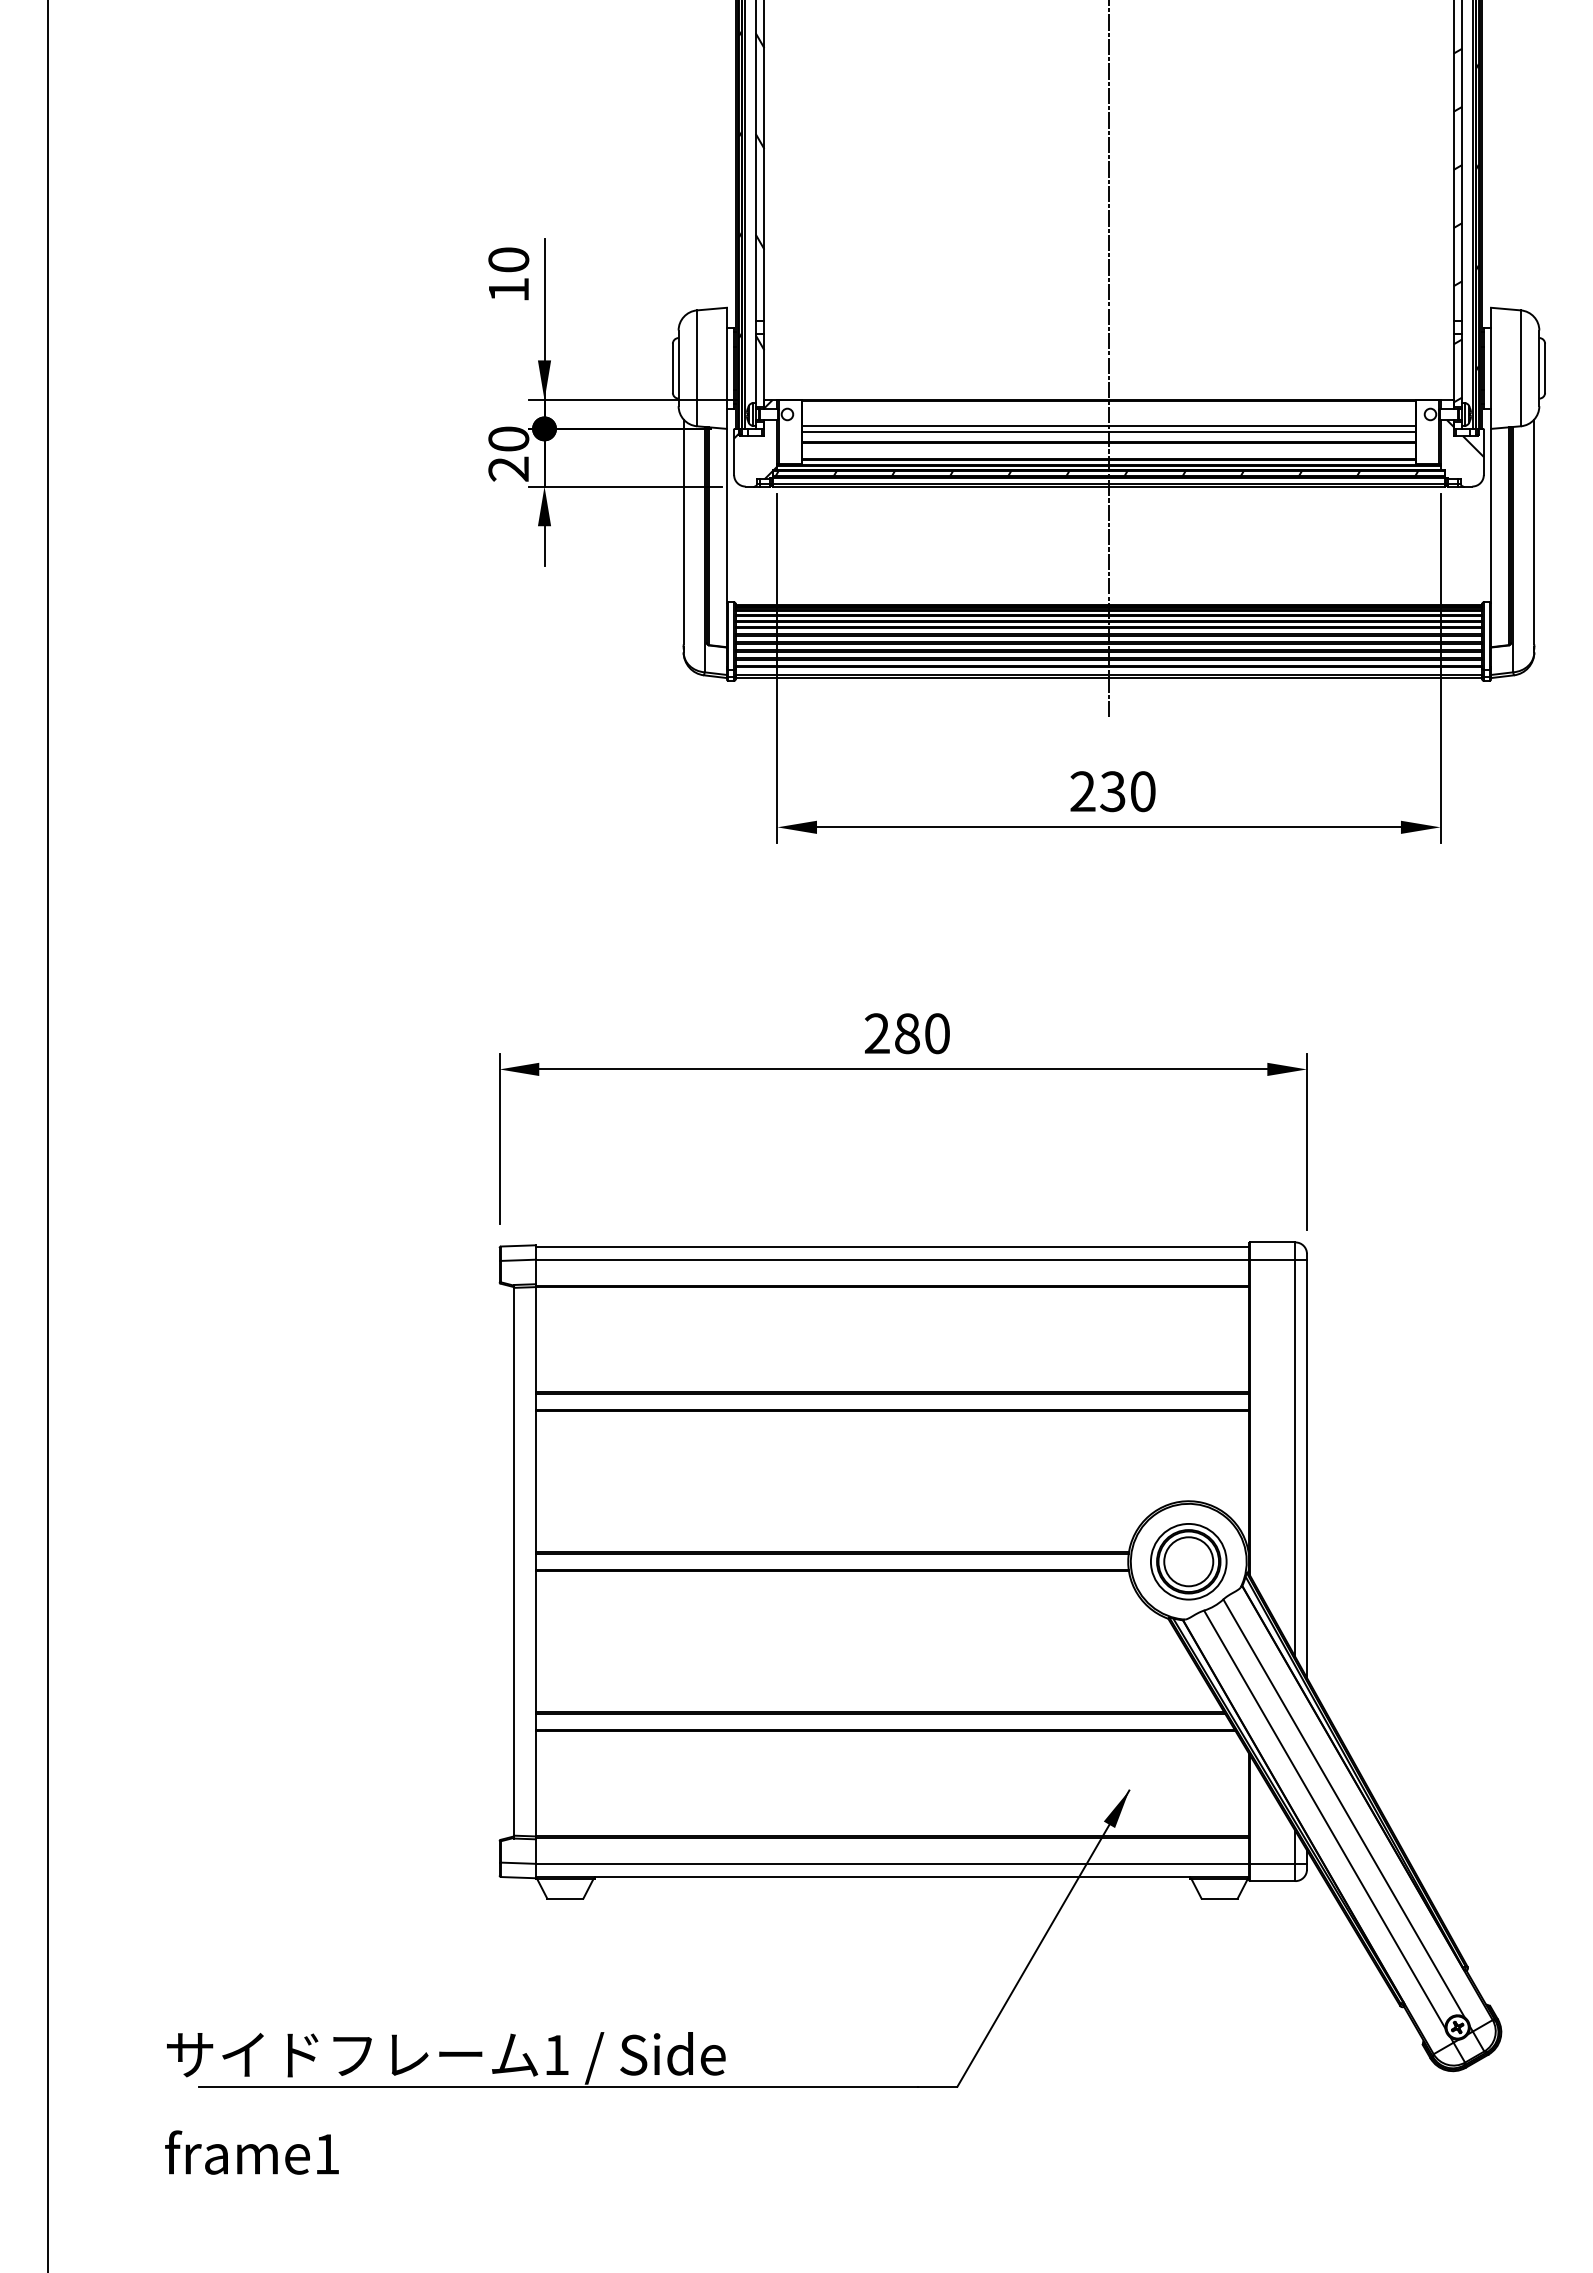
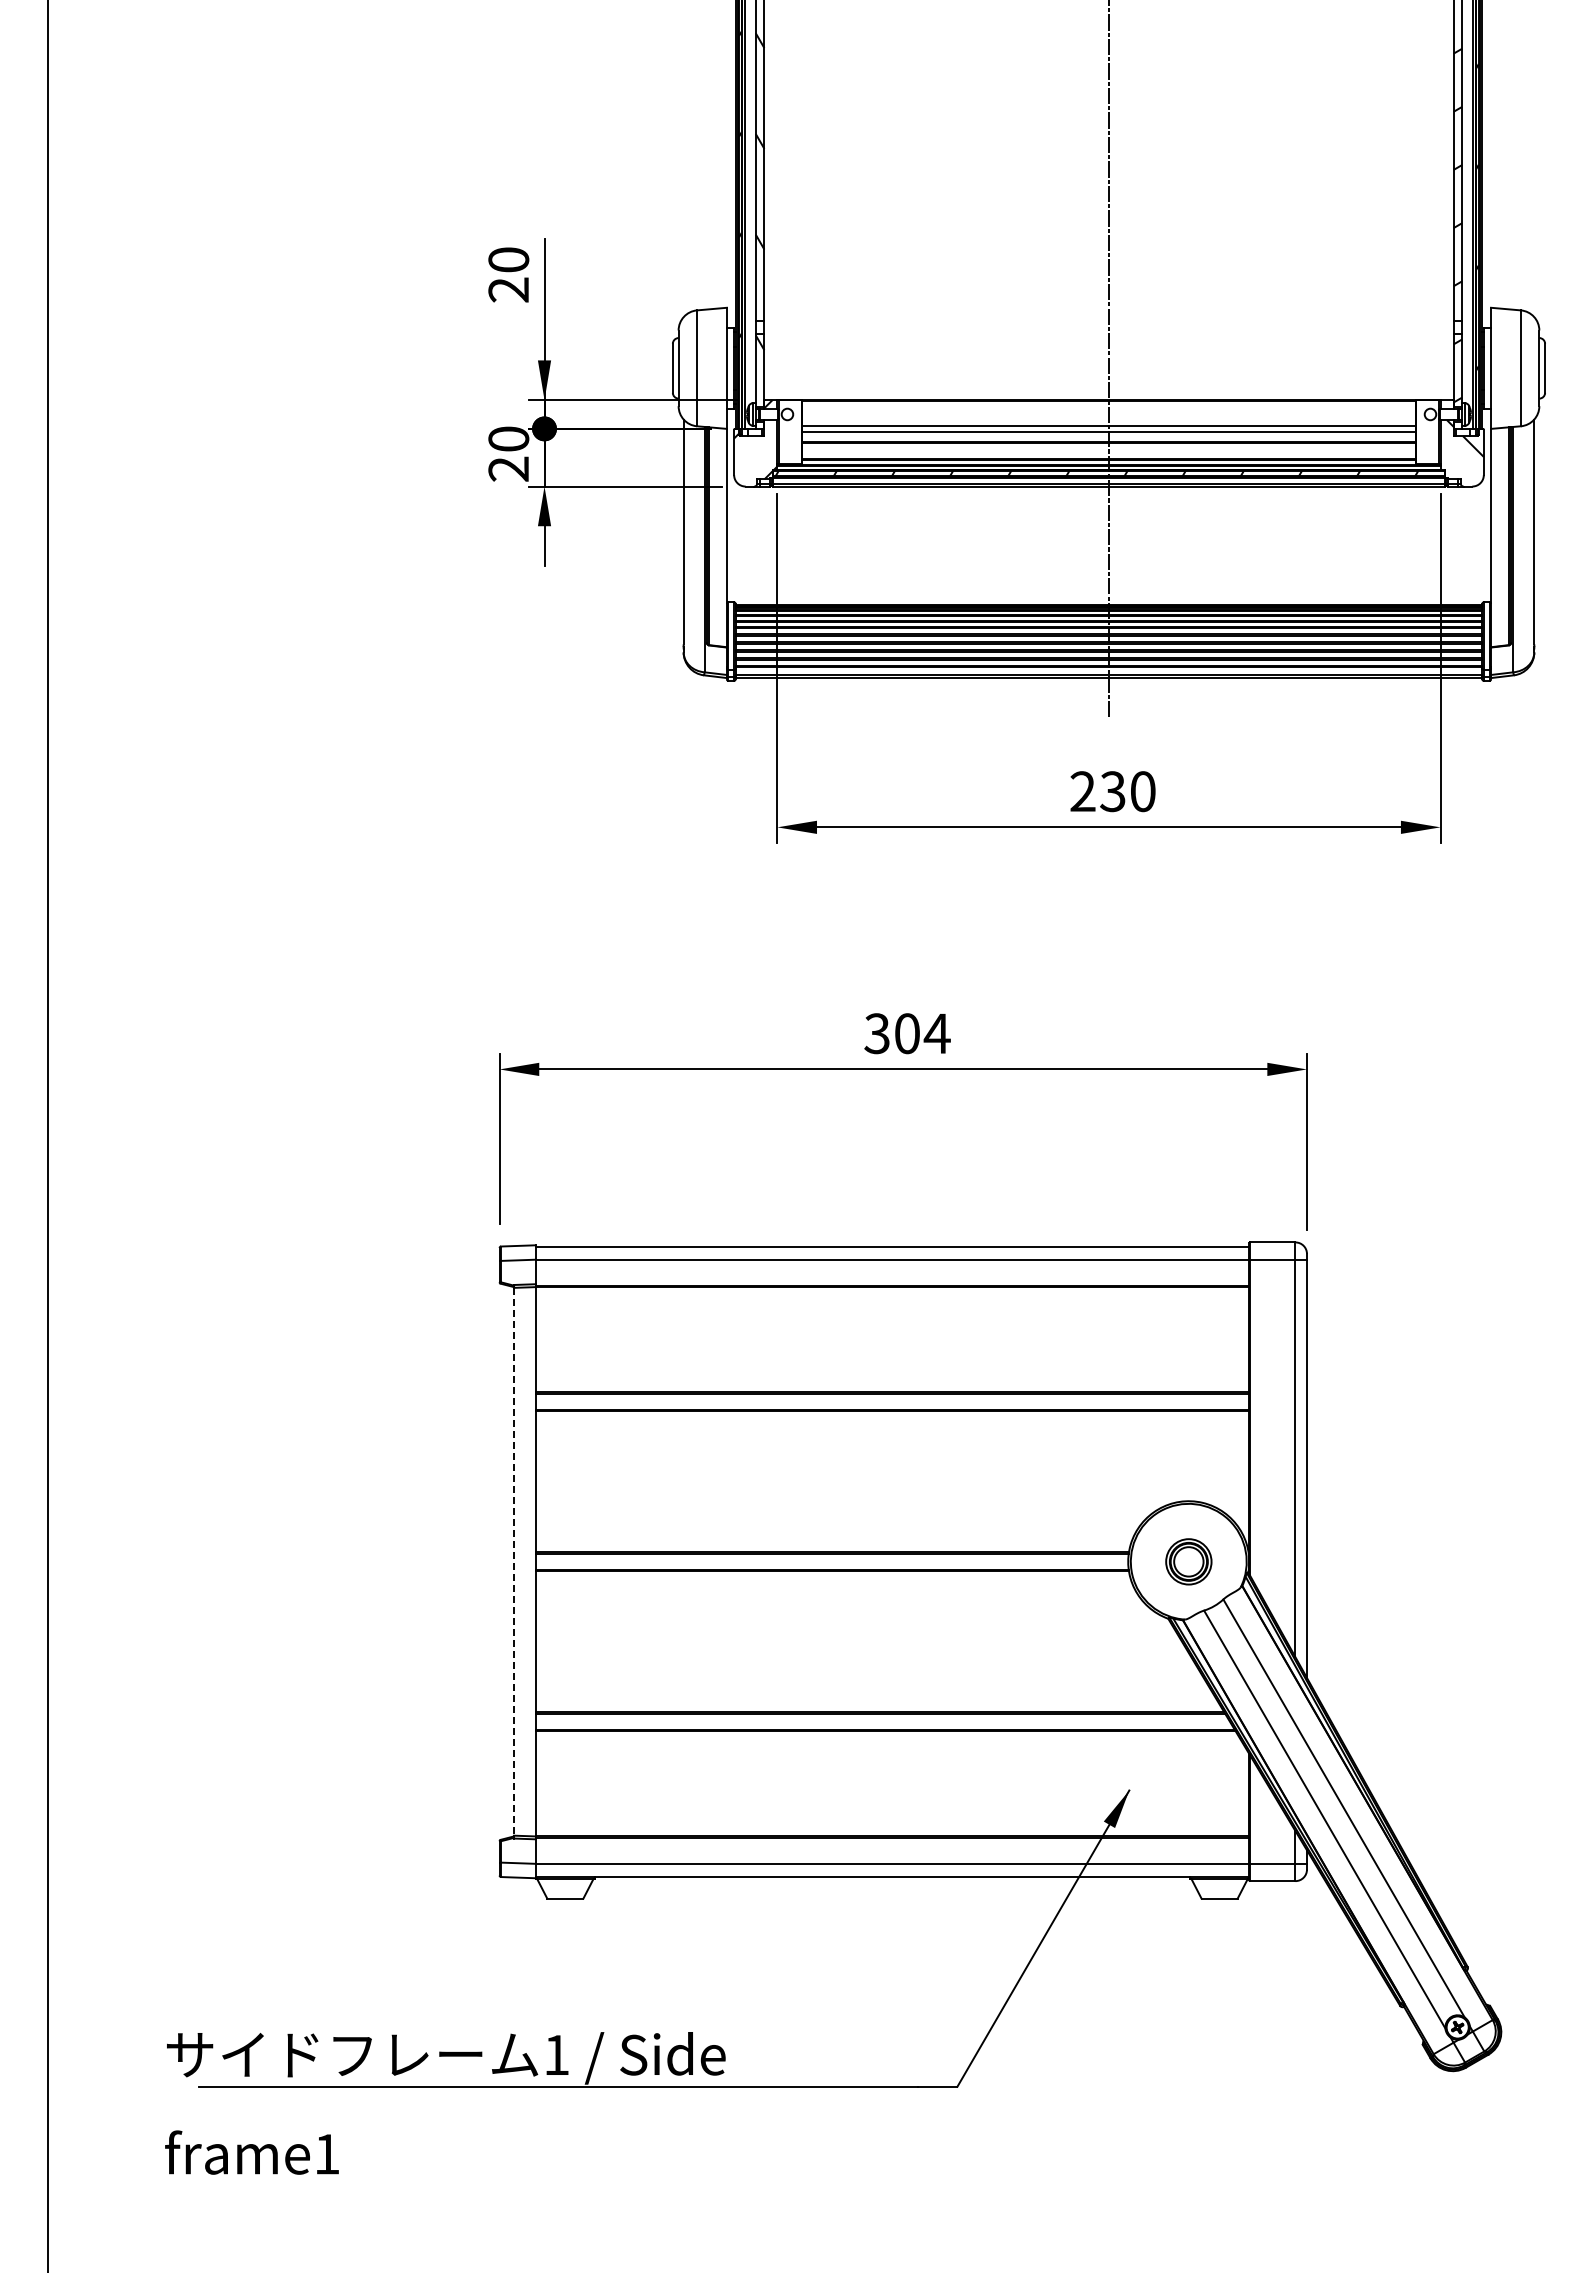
text at (508, 289): 10 -> 20
text at (907, 1033): 280 -> 304
line at (514, 1561): solid -> dashed
part at (1188, 1561) size: 78x78 px -> 48x48 px
